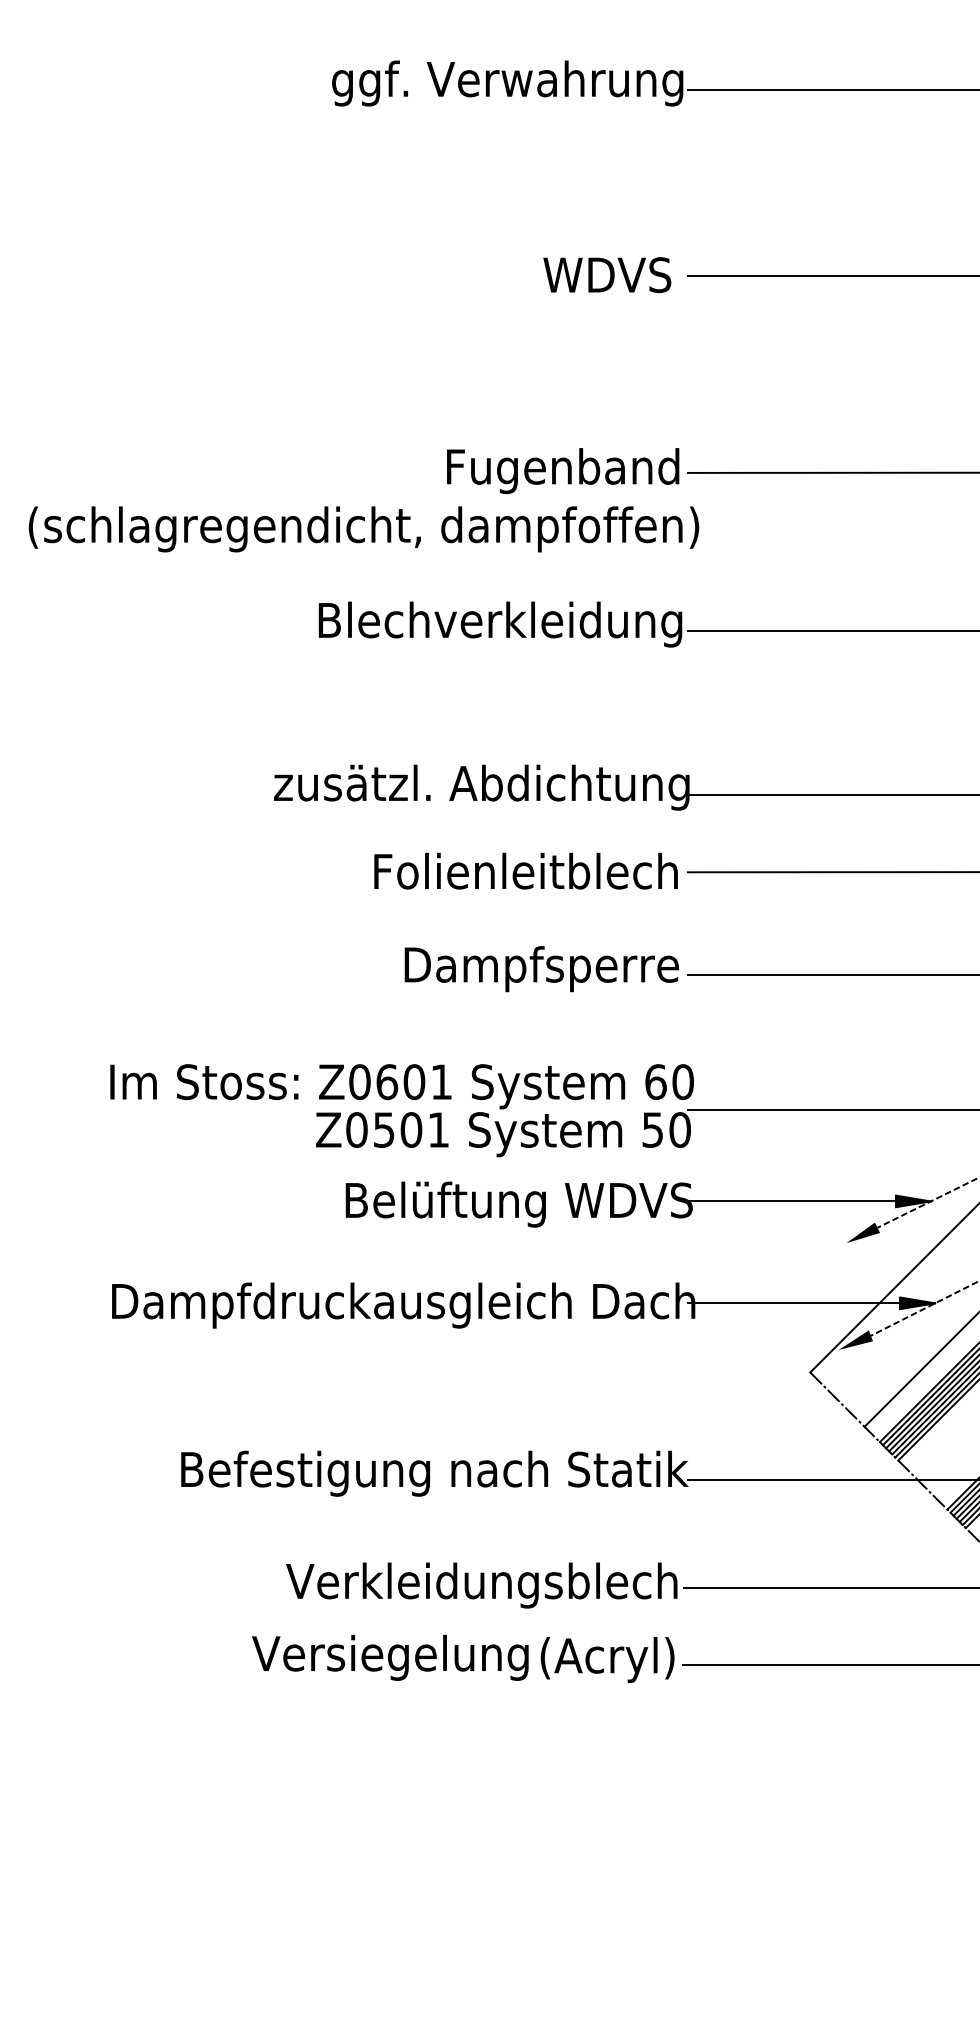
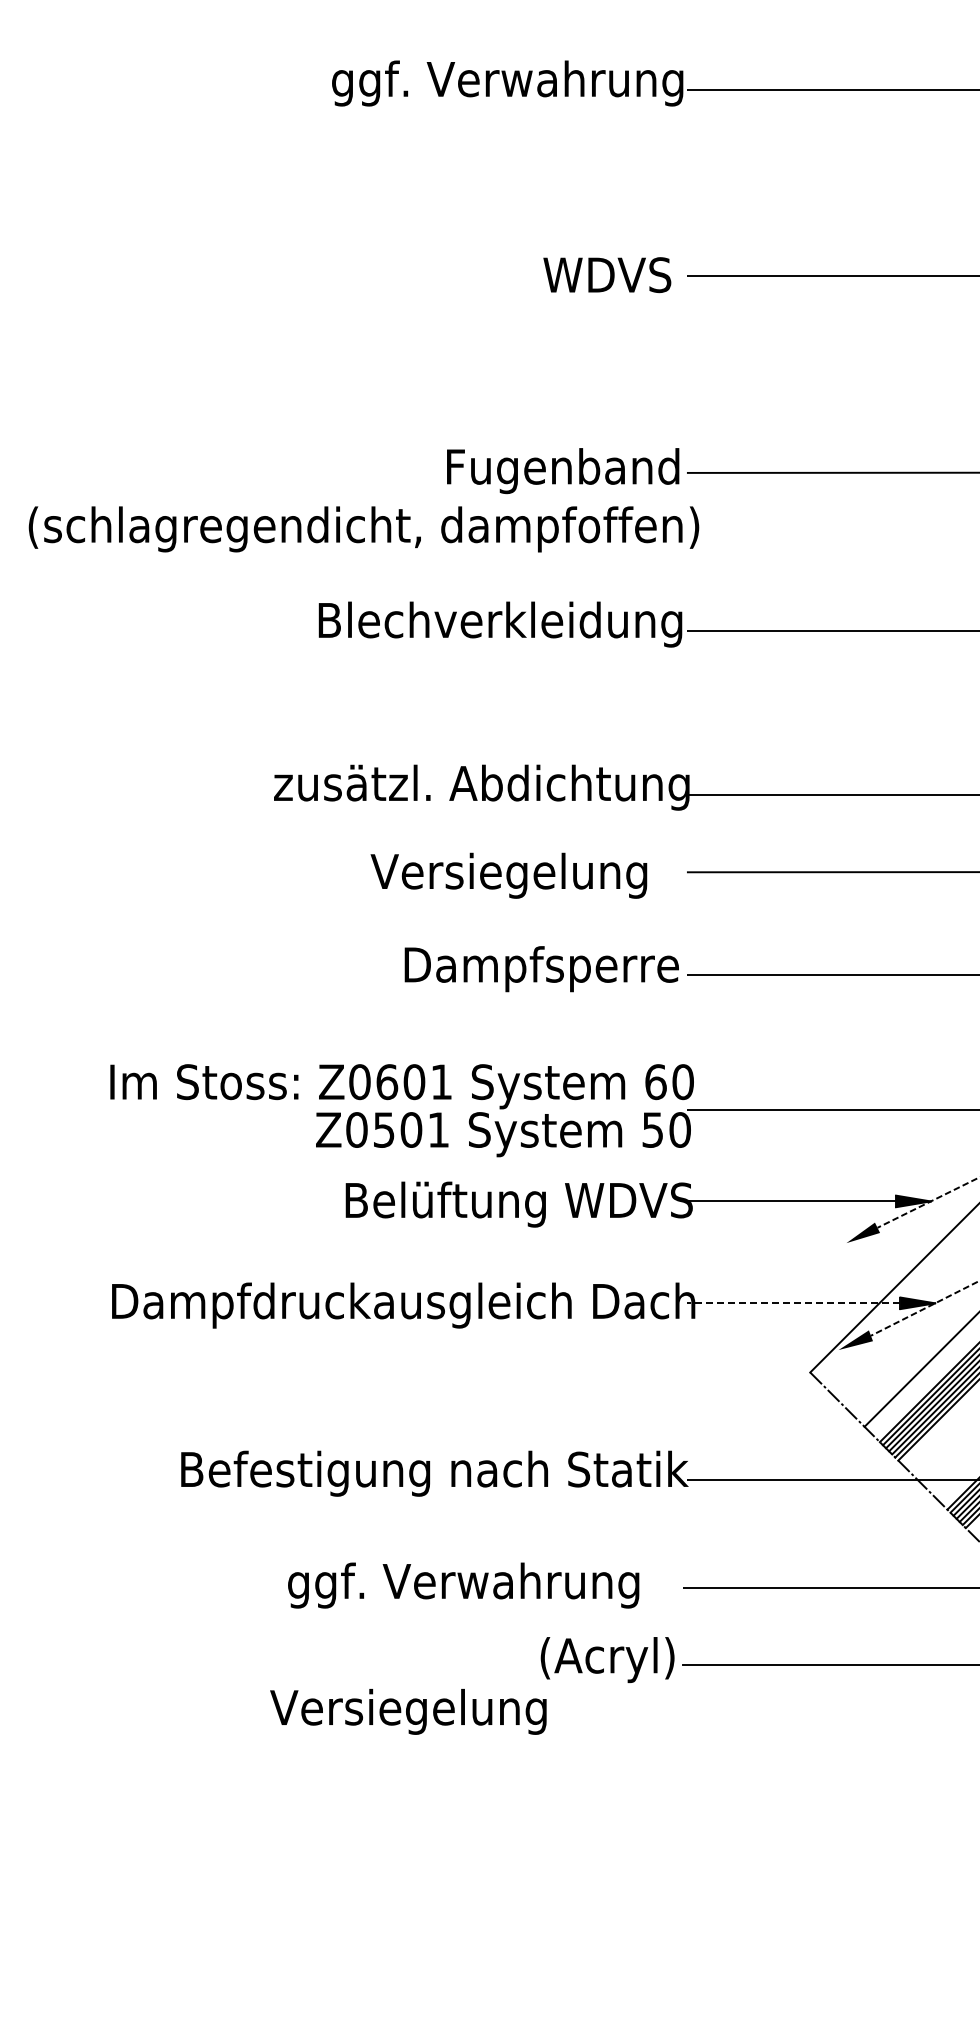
text at (523, 875): Folienleitblech -> Versiegelung
line at (793, 1303): solid -> dashed
text at (481, 1585): Verkleidungsblech -> ggf. Verwahrung
text at (390, 1657) position: (390, 1657) -> (408, 1711)
